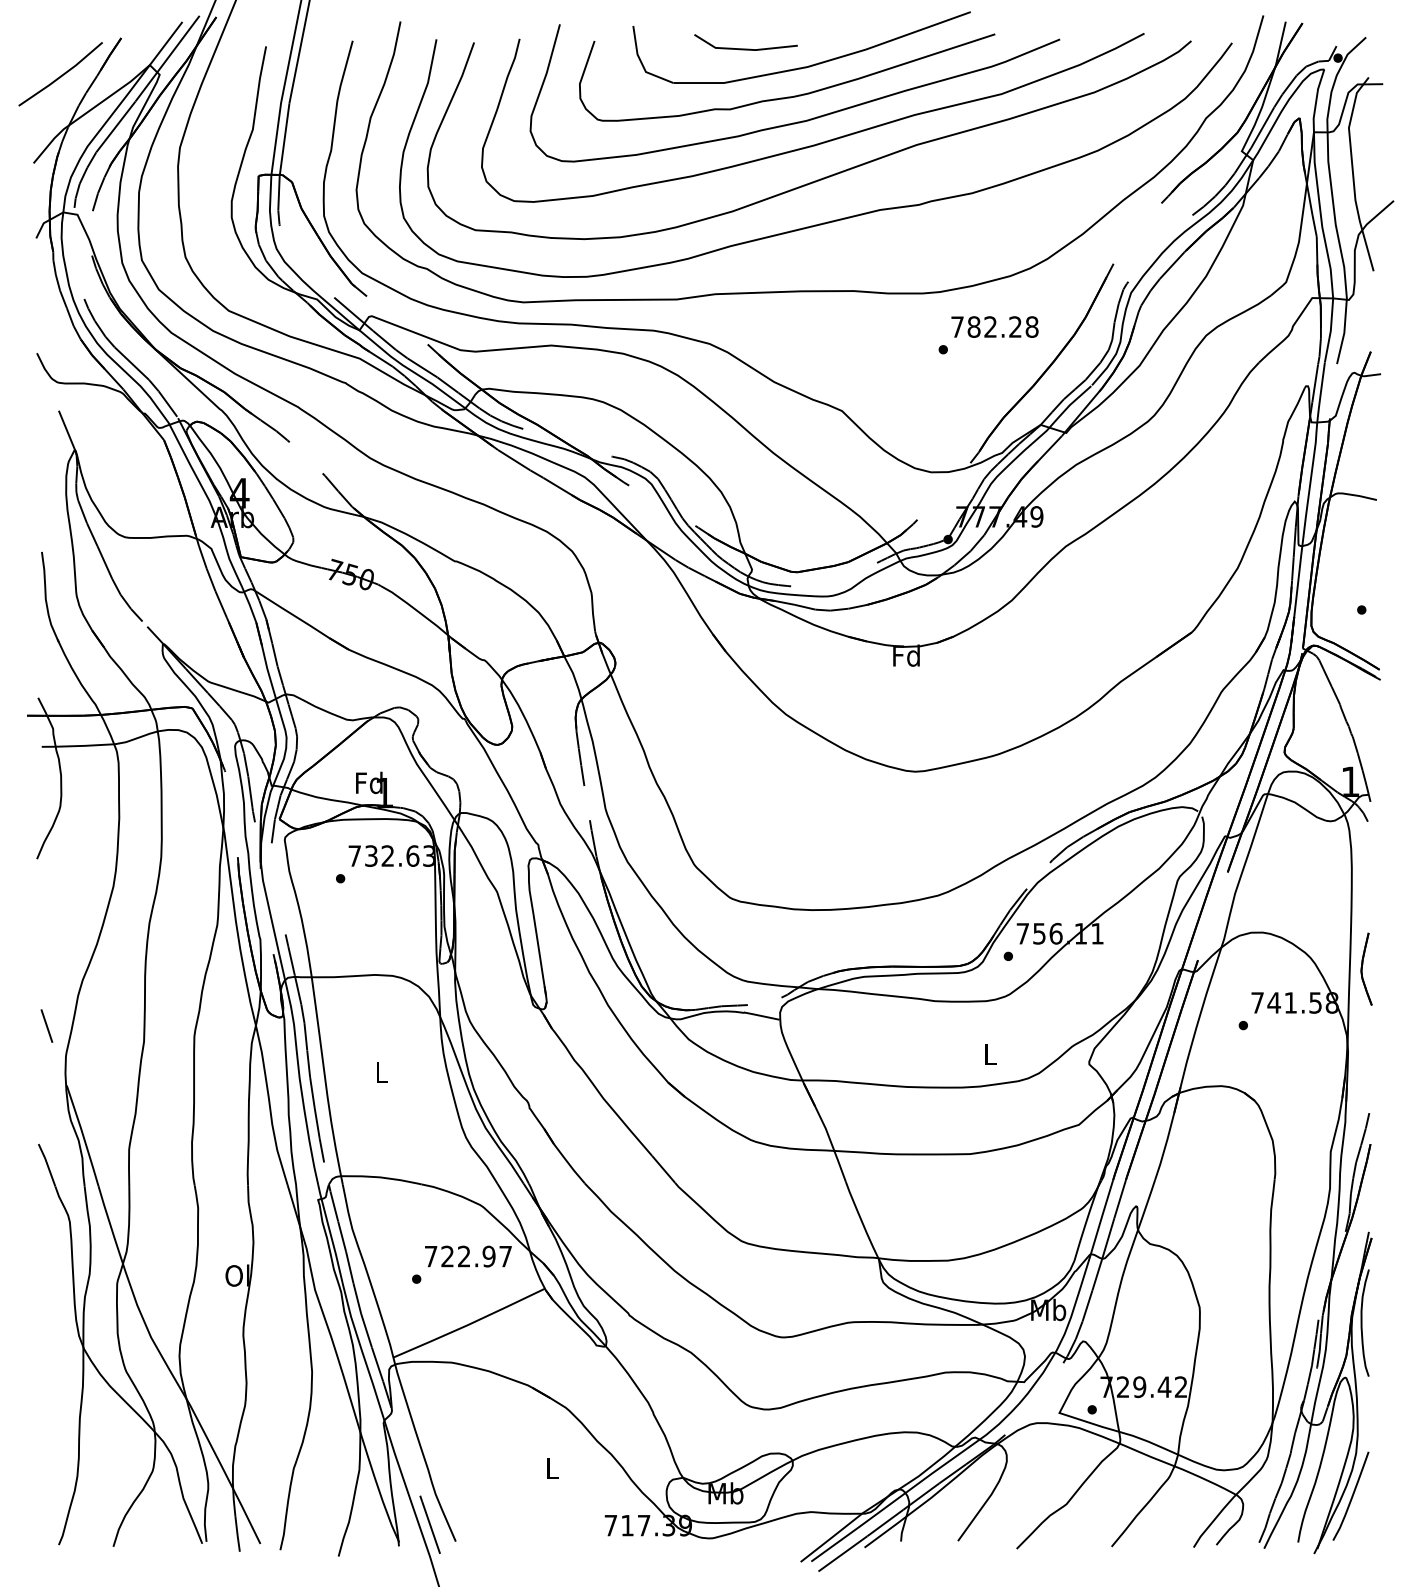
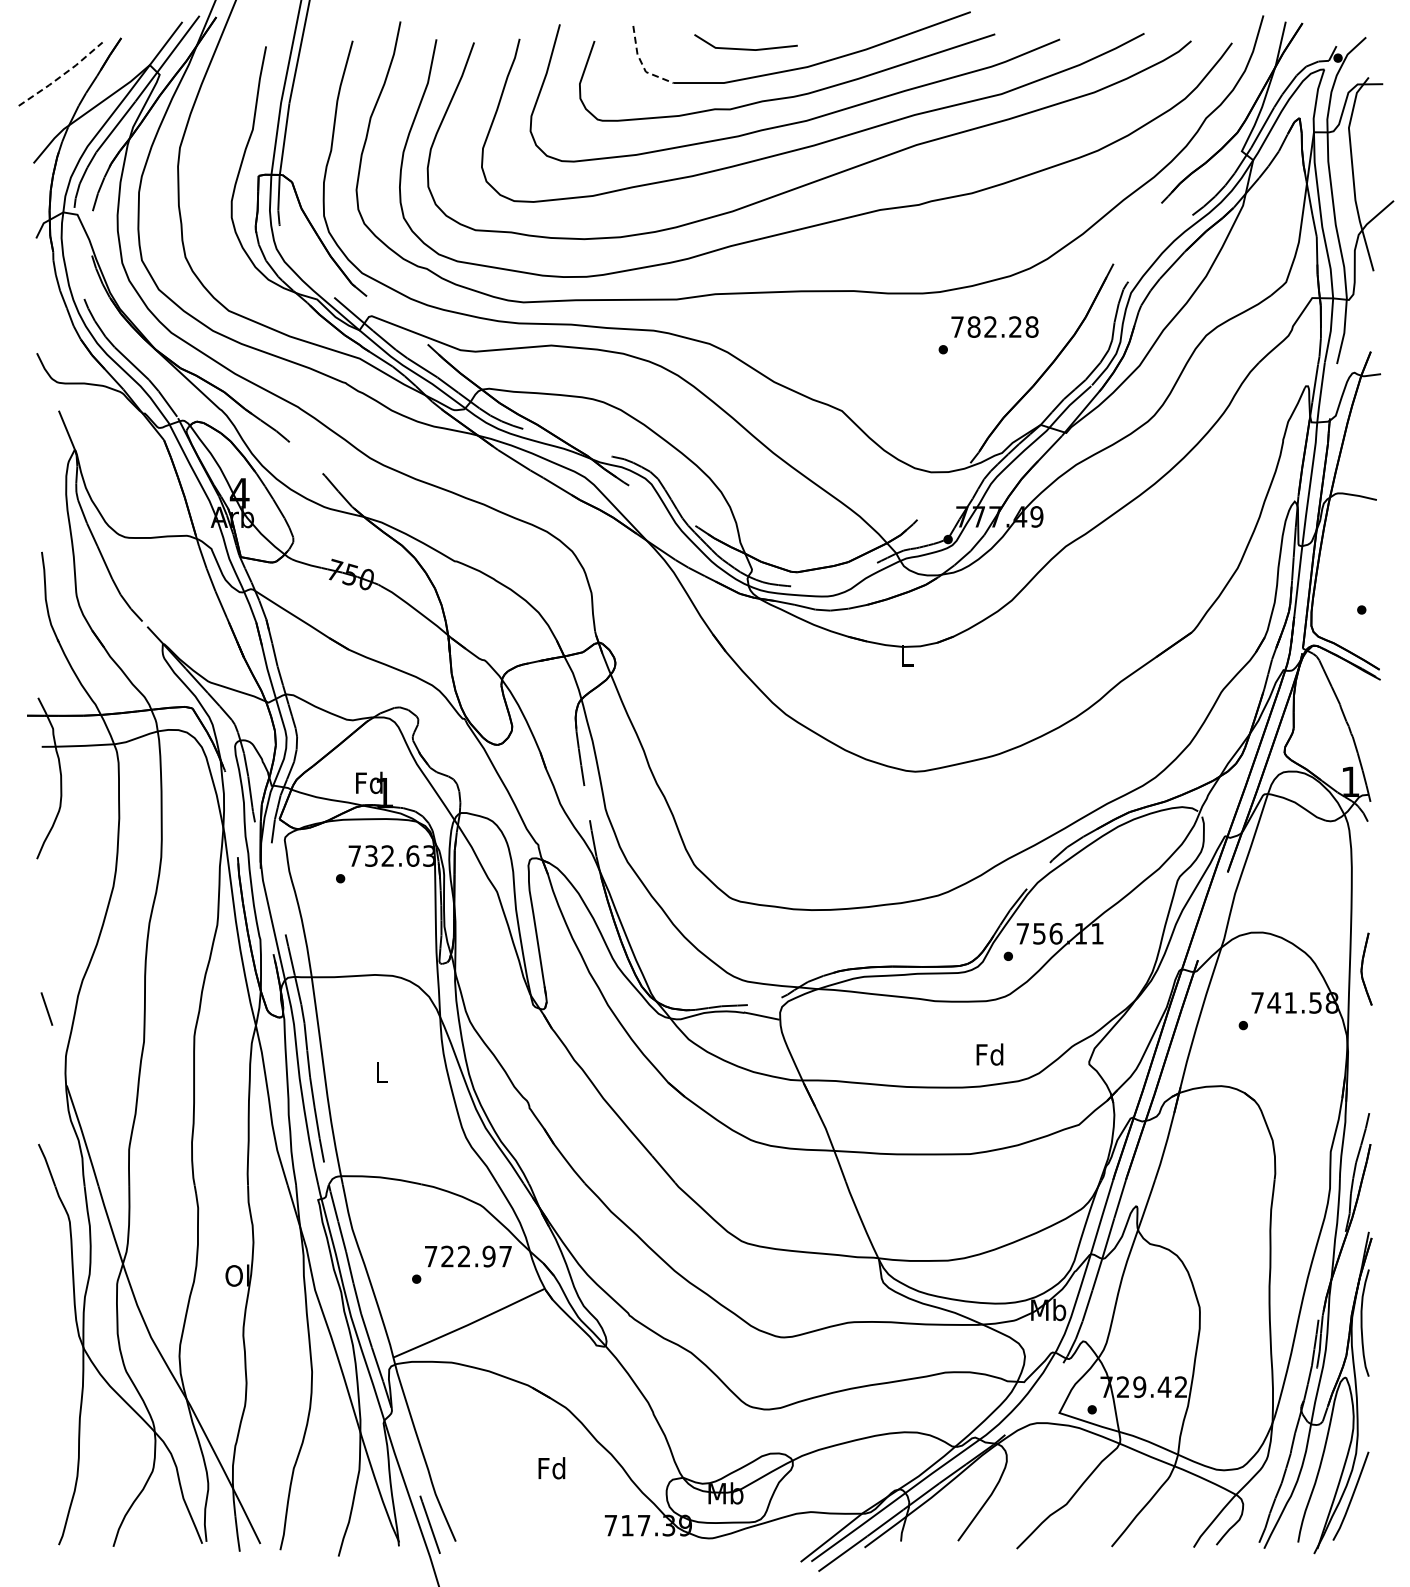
line at (642, 64): solid -> dashed
line at (62, 75): solid -> dashed
text at (906, 655): Fd -> L
line at (46, 1025) position: (46, 1025) -> (46, 1008)
text at (989, 1054): L -> Fd
text at (551, 1468): L -> Fd
